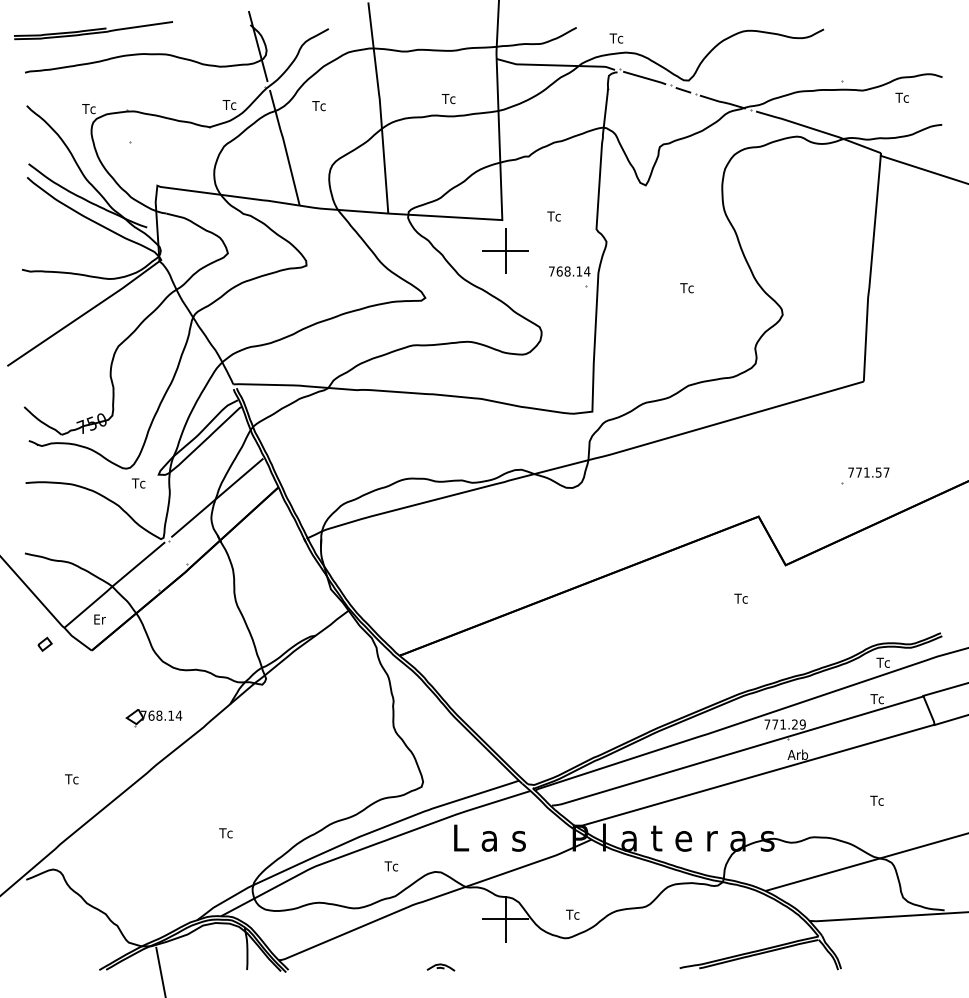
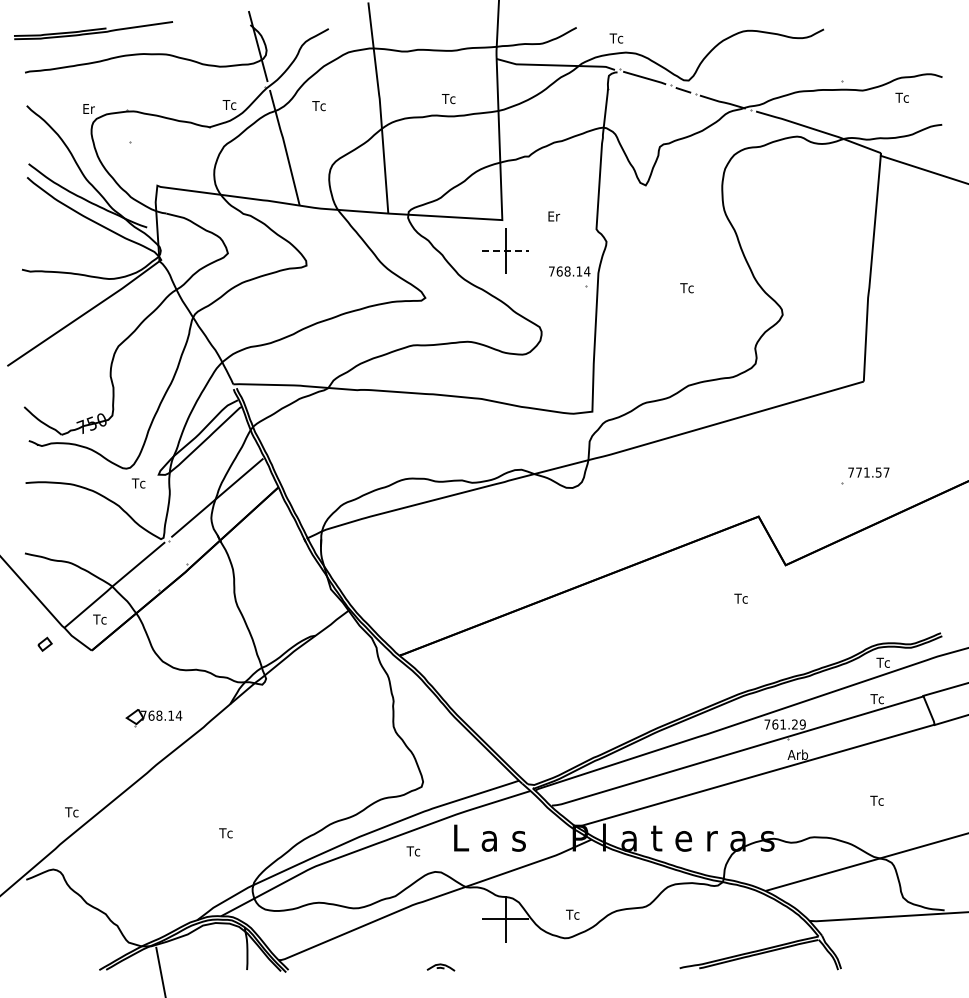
text at (88, 109): Tc -> Er
text at (553, 216): Tc -> Er
line at (506, 250): solid -> dashed
text at (99, 619): Er -> Tc
text at (775, 724): 771.29 -> 761.29
text at (71, 779) position: (71, 779) -> (71, 812)
text at (391, 866) position: (391, 866) -> (413, 851)
